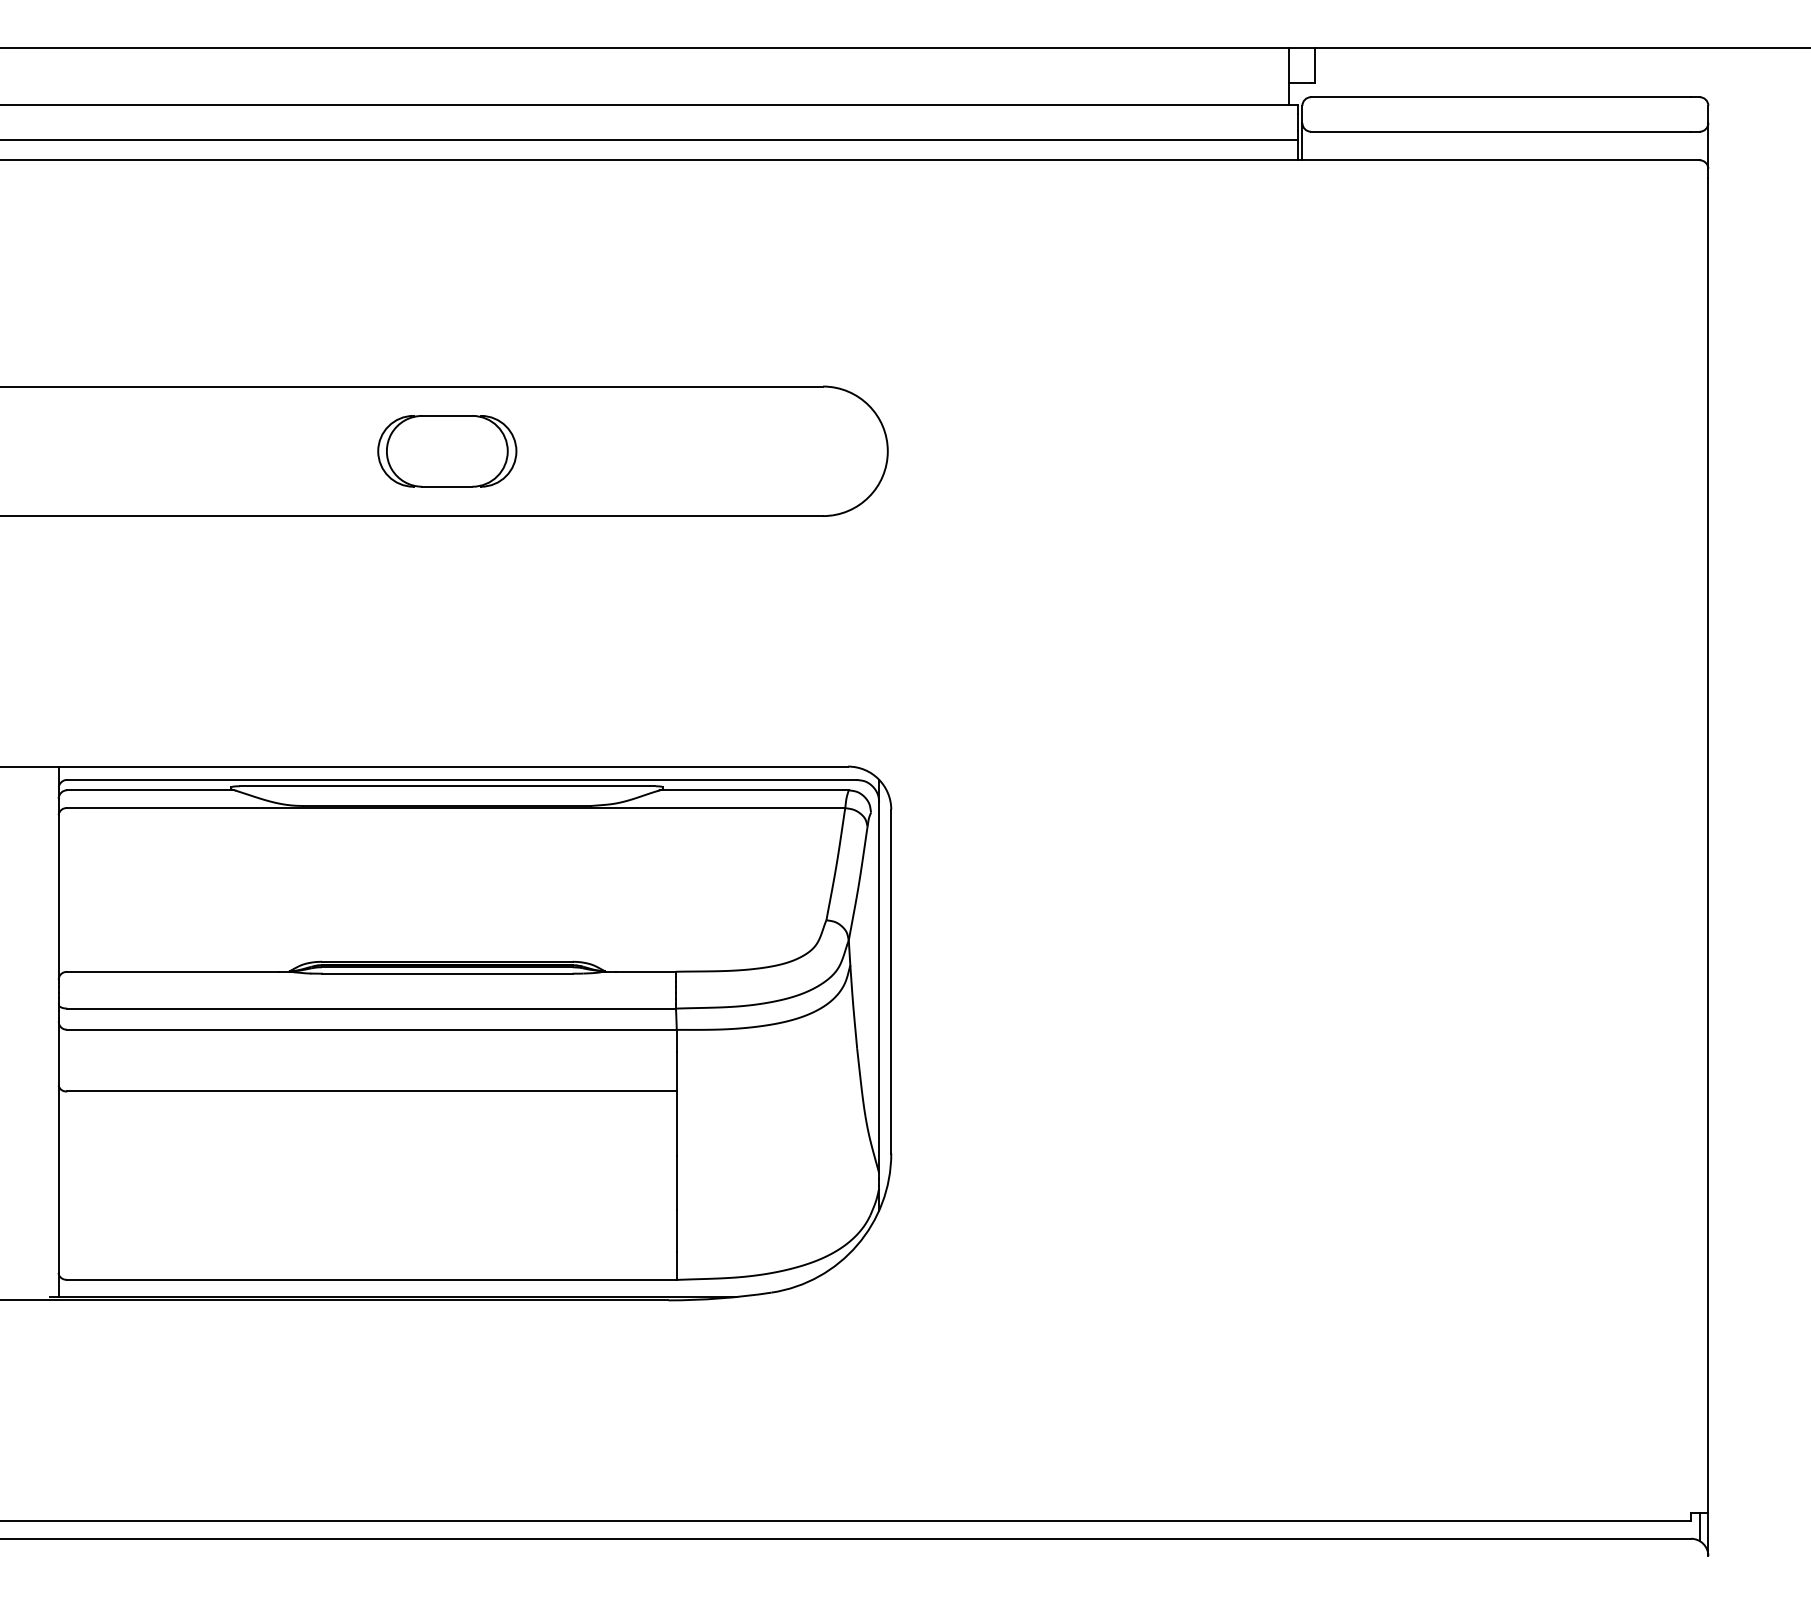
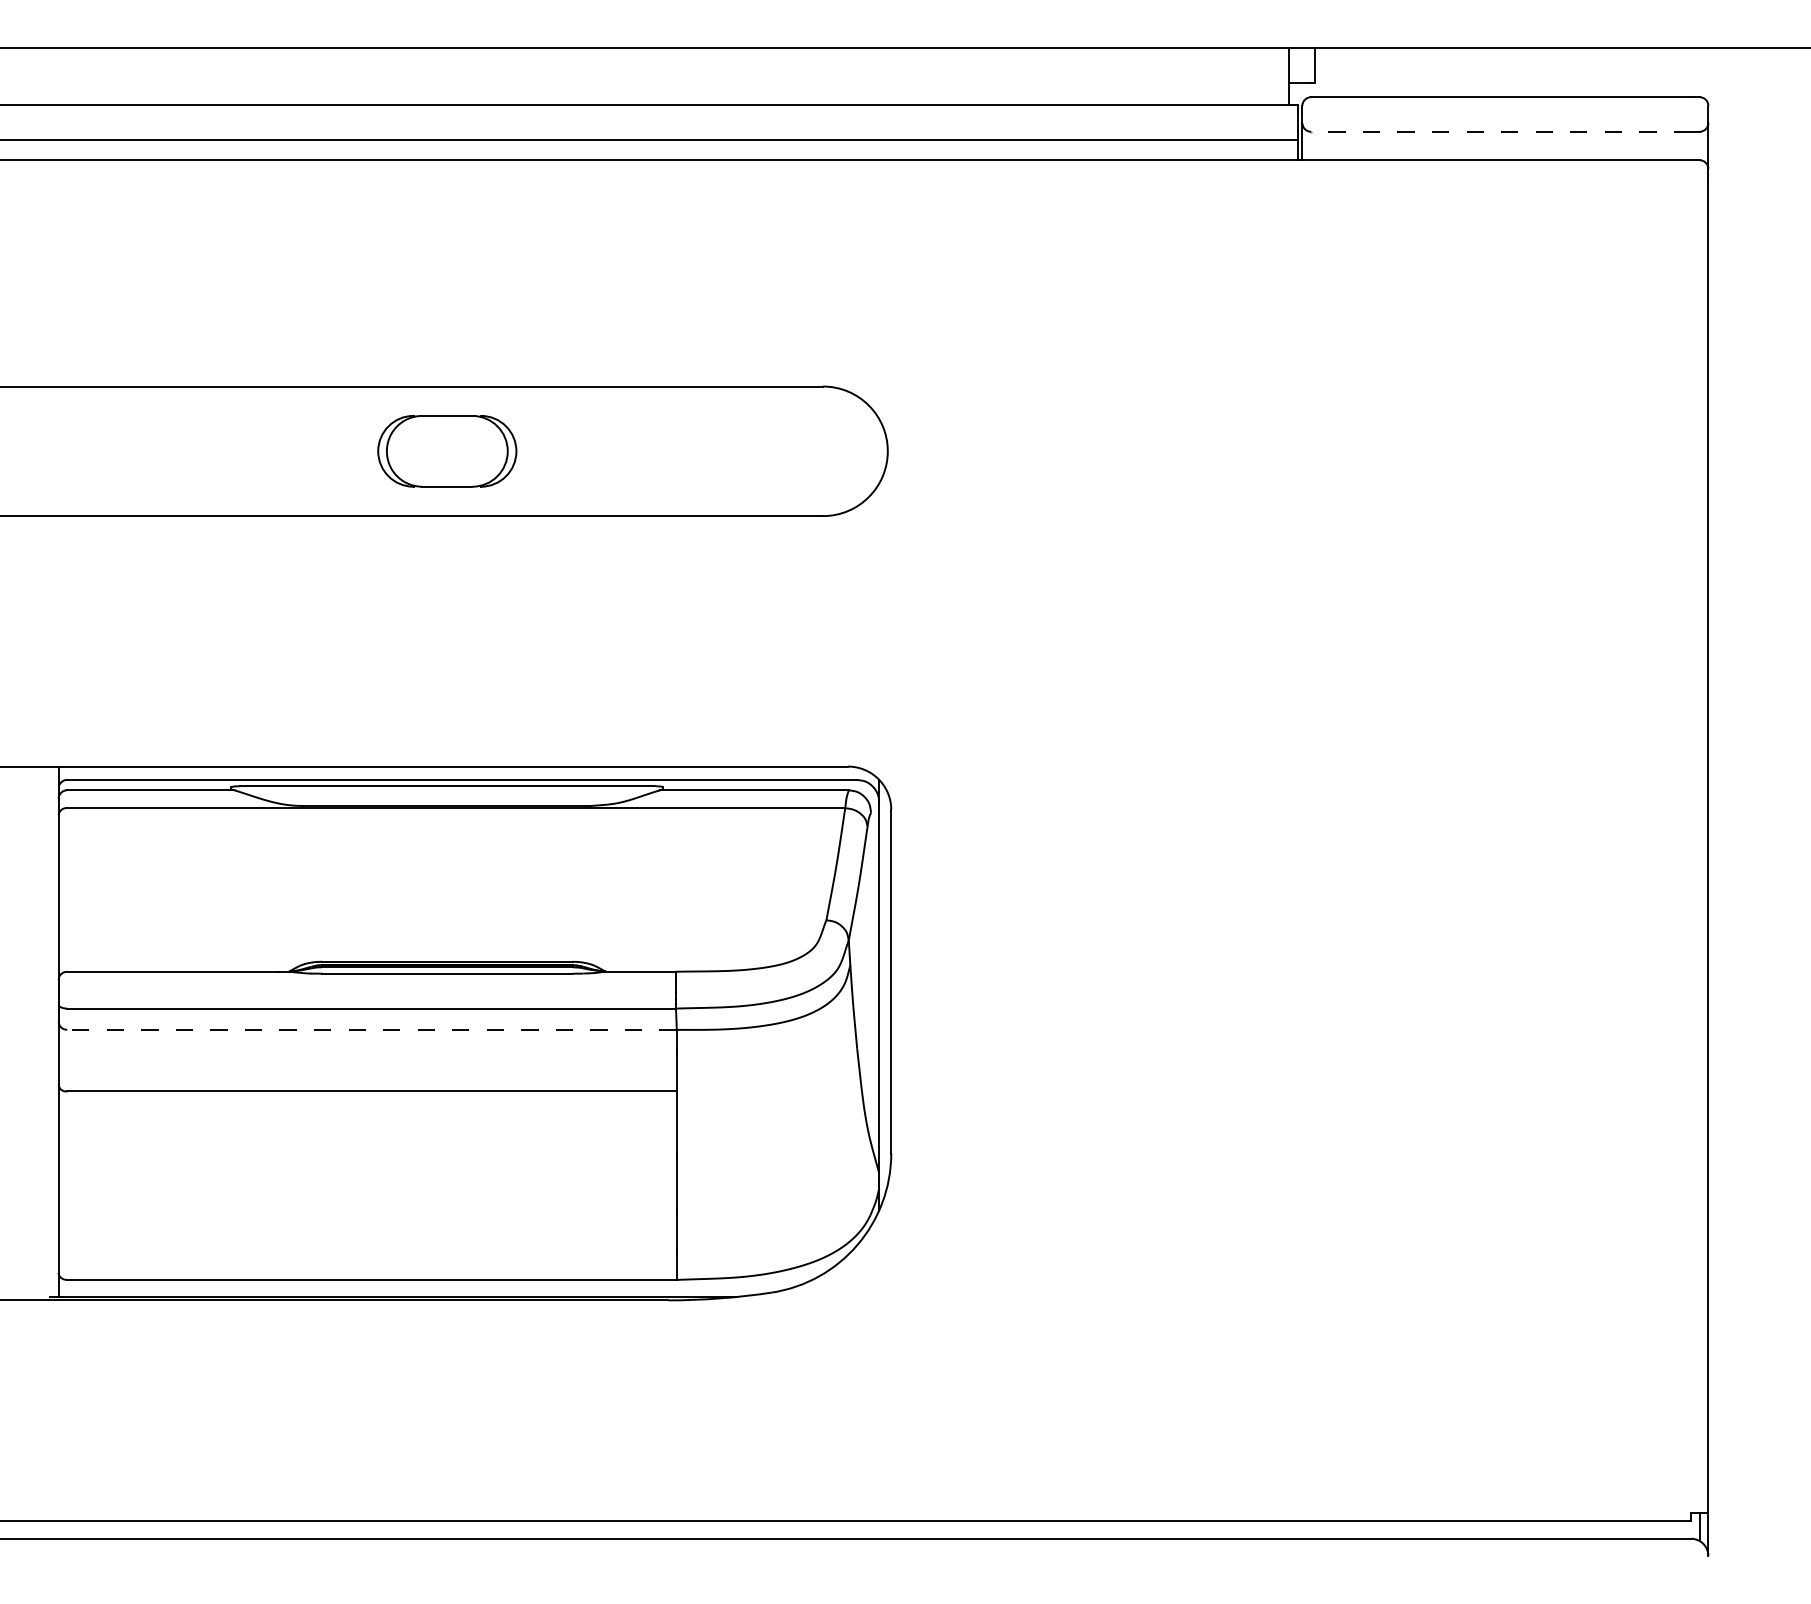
line at (1500, 131): solid -> dashed
line at (372, 1029): solid -> dashed
